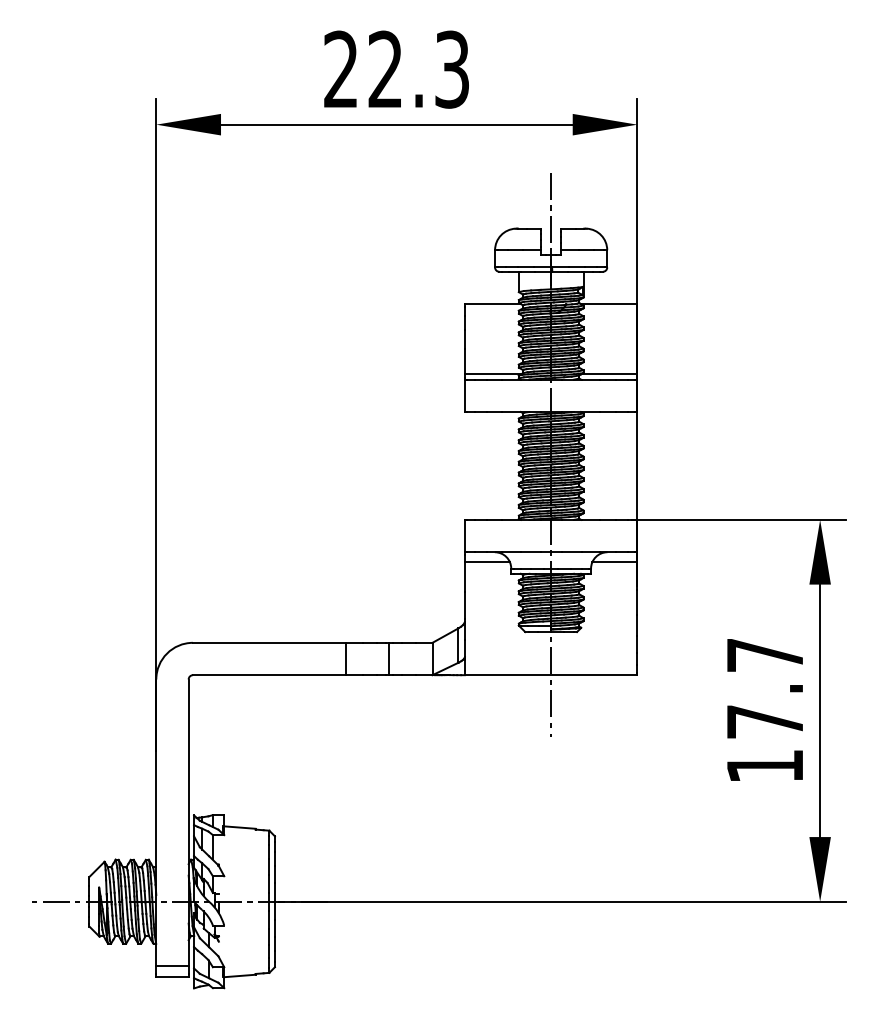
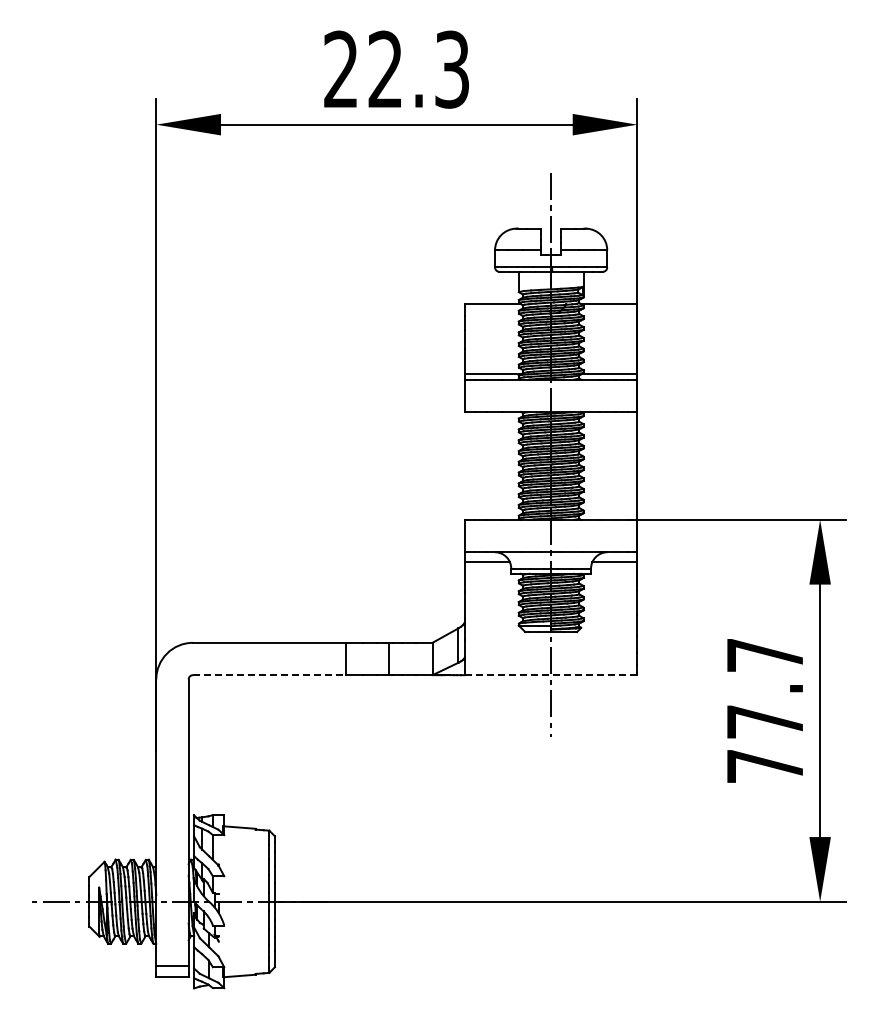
line at (269, 675): solid -> dashed
line at (551, 675): solid -> dashed
text at (764, 766): 17.7 -> 77.7
